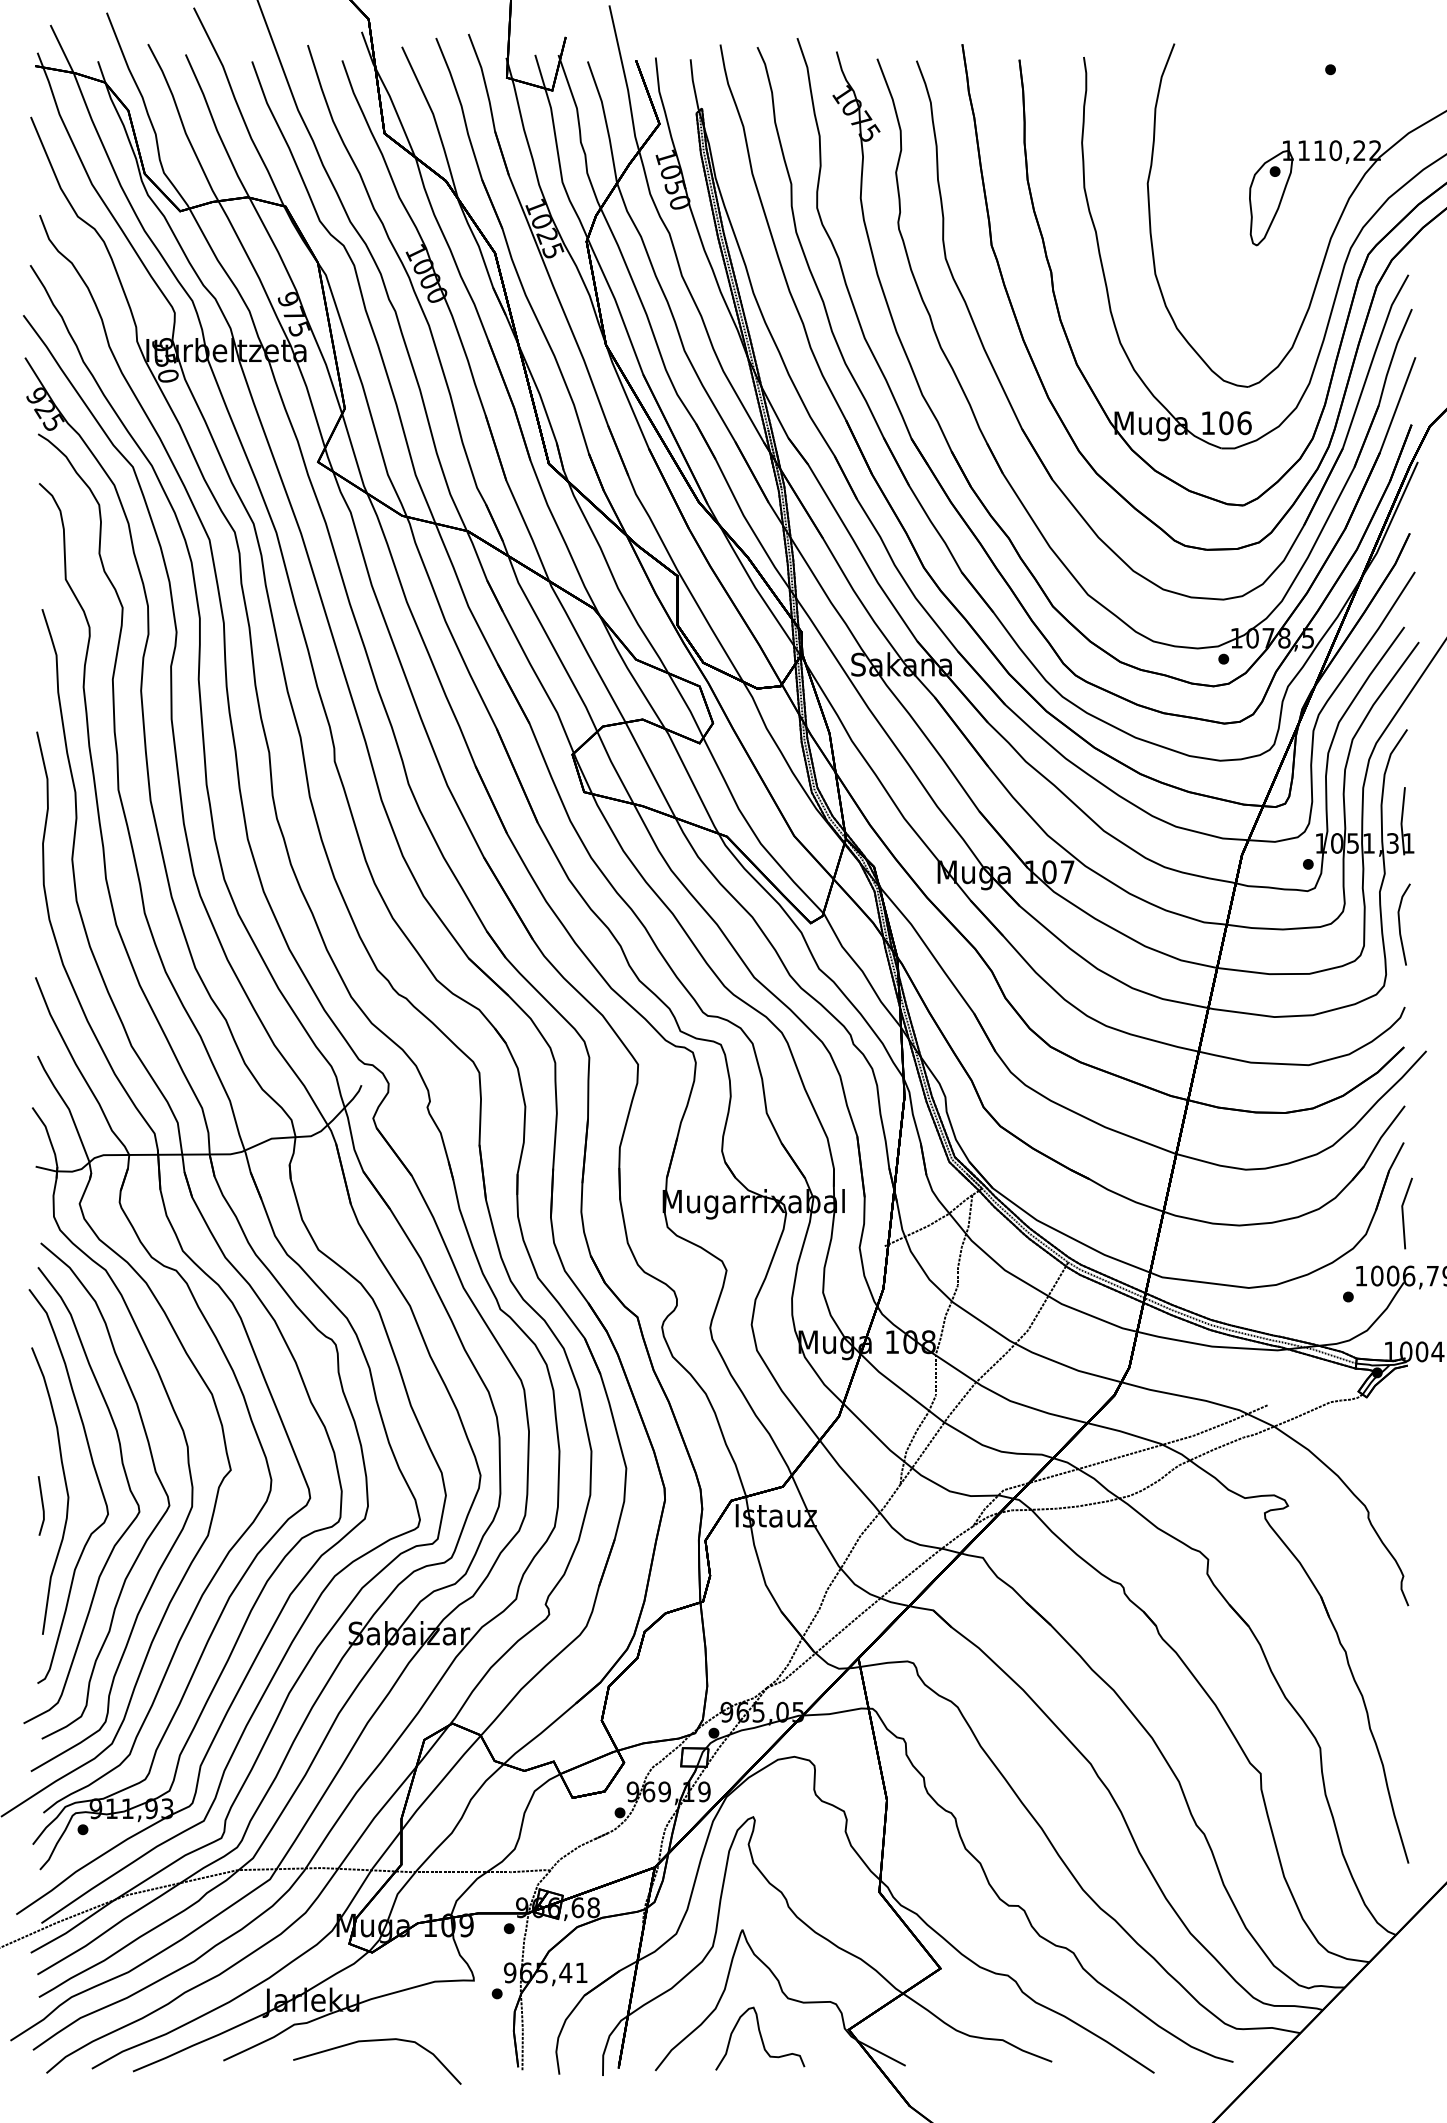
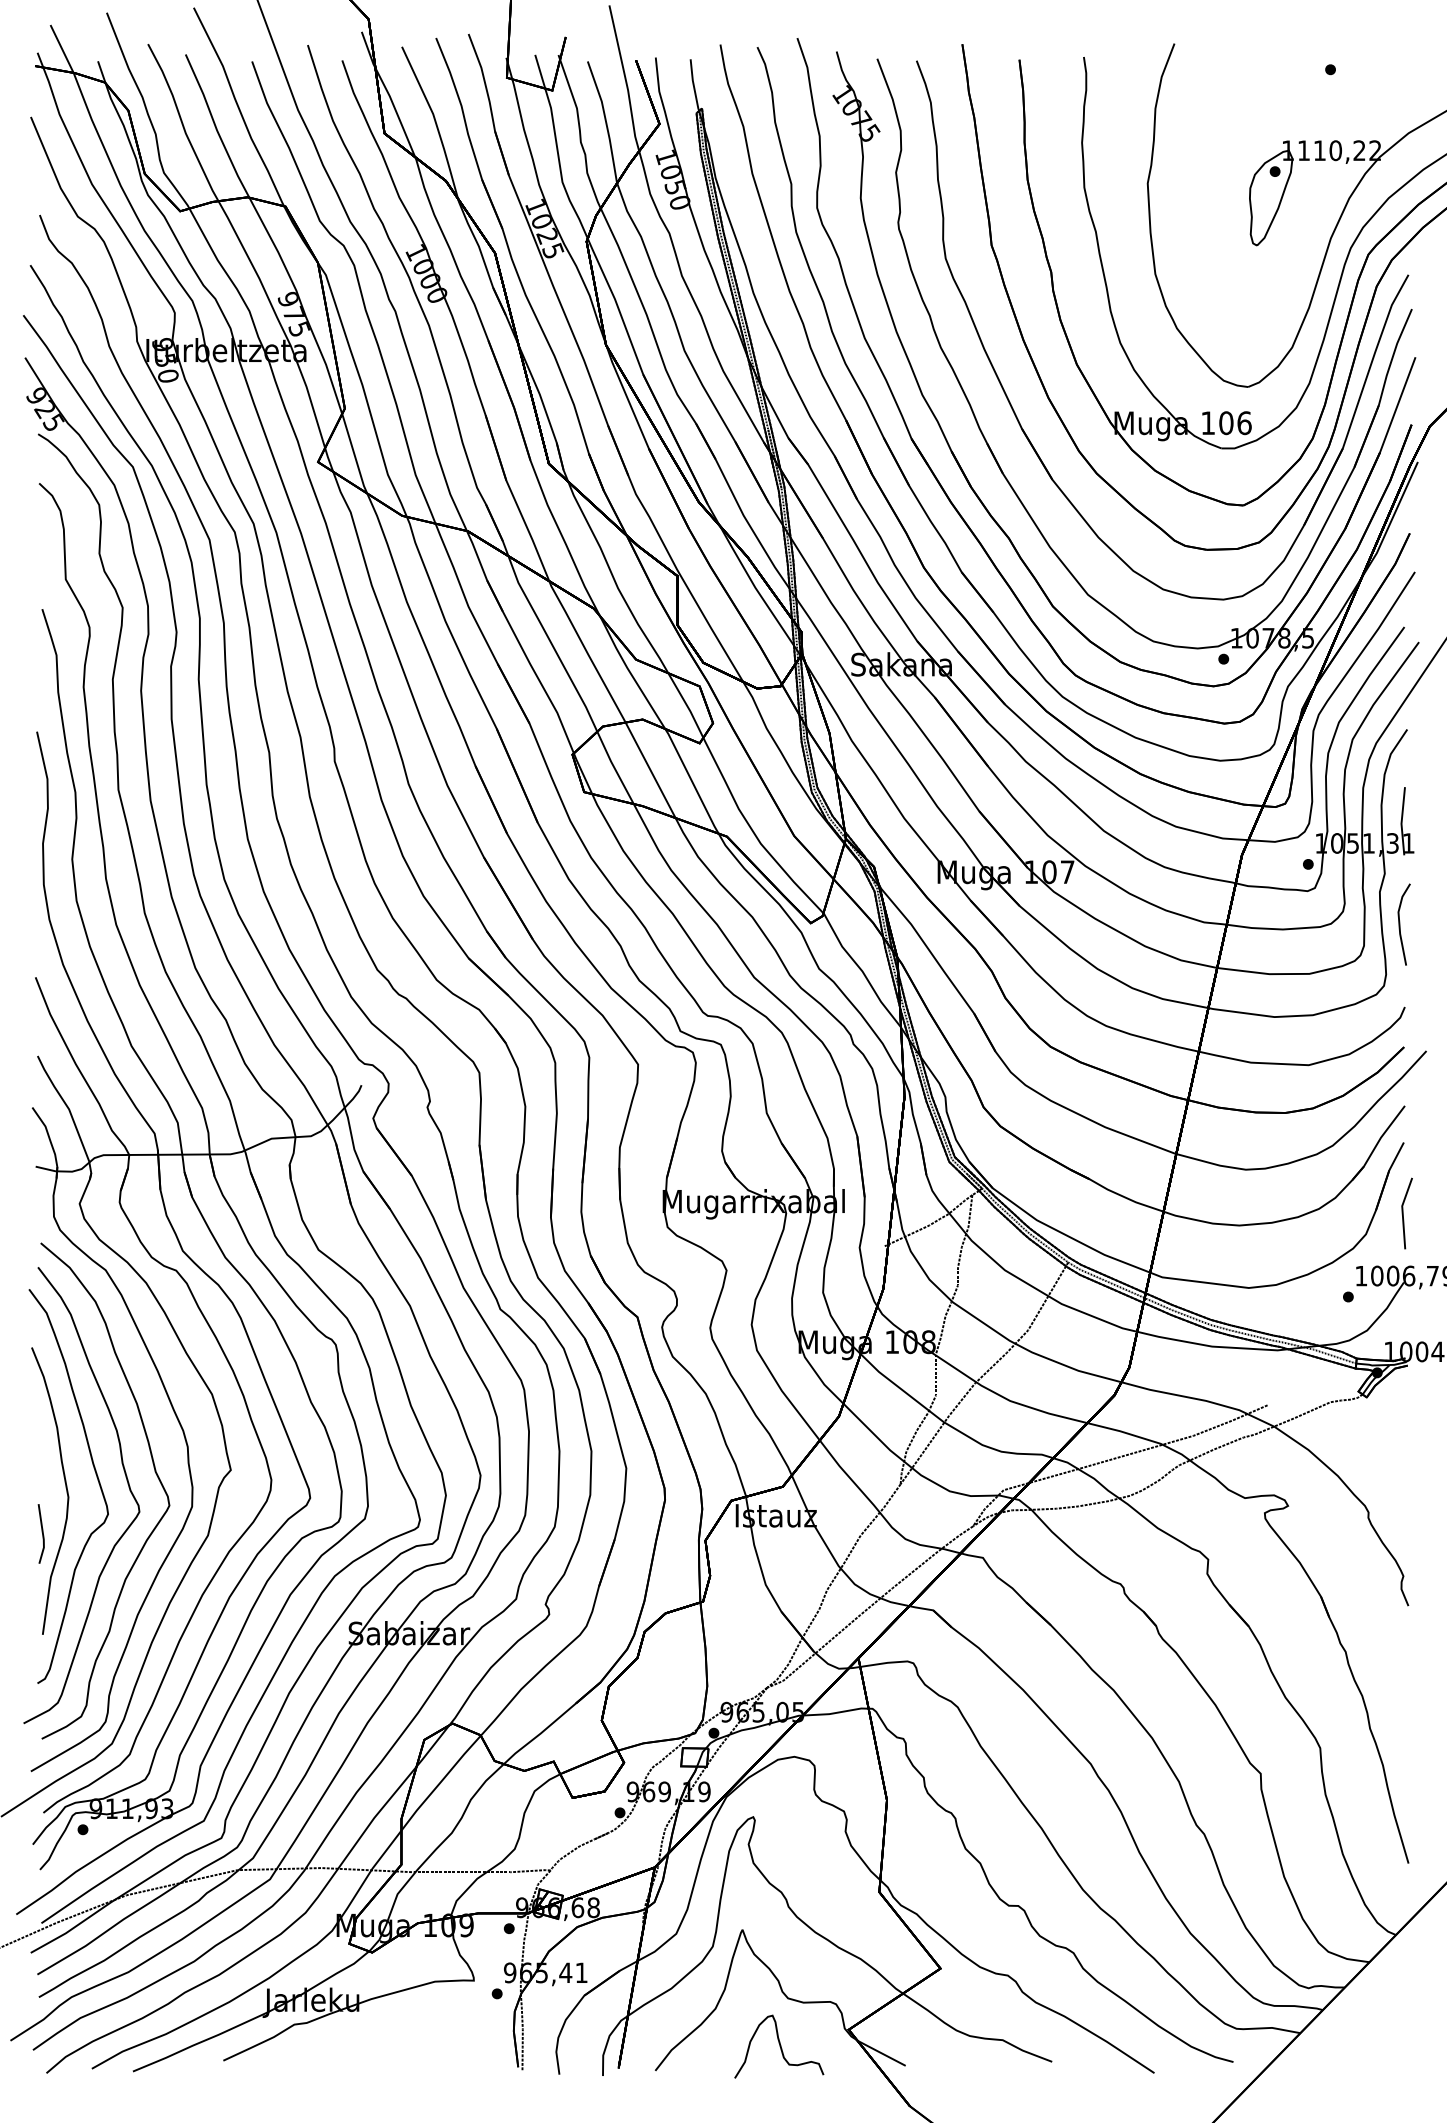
line at (41, 1504) position: (41, 1504) -> (41, 1532)
part at (760, 2038) position: (760, 2038) -> (779, 2046)
curve at (377, 2041): present -> none
